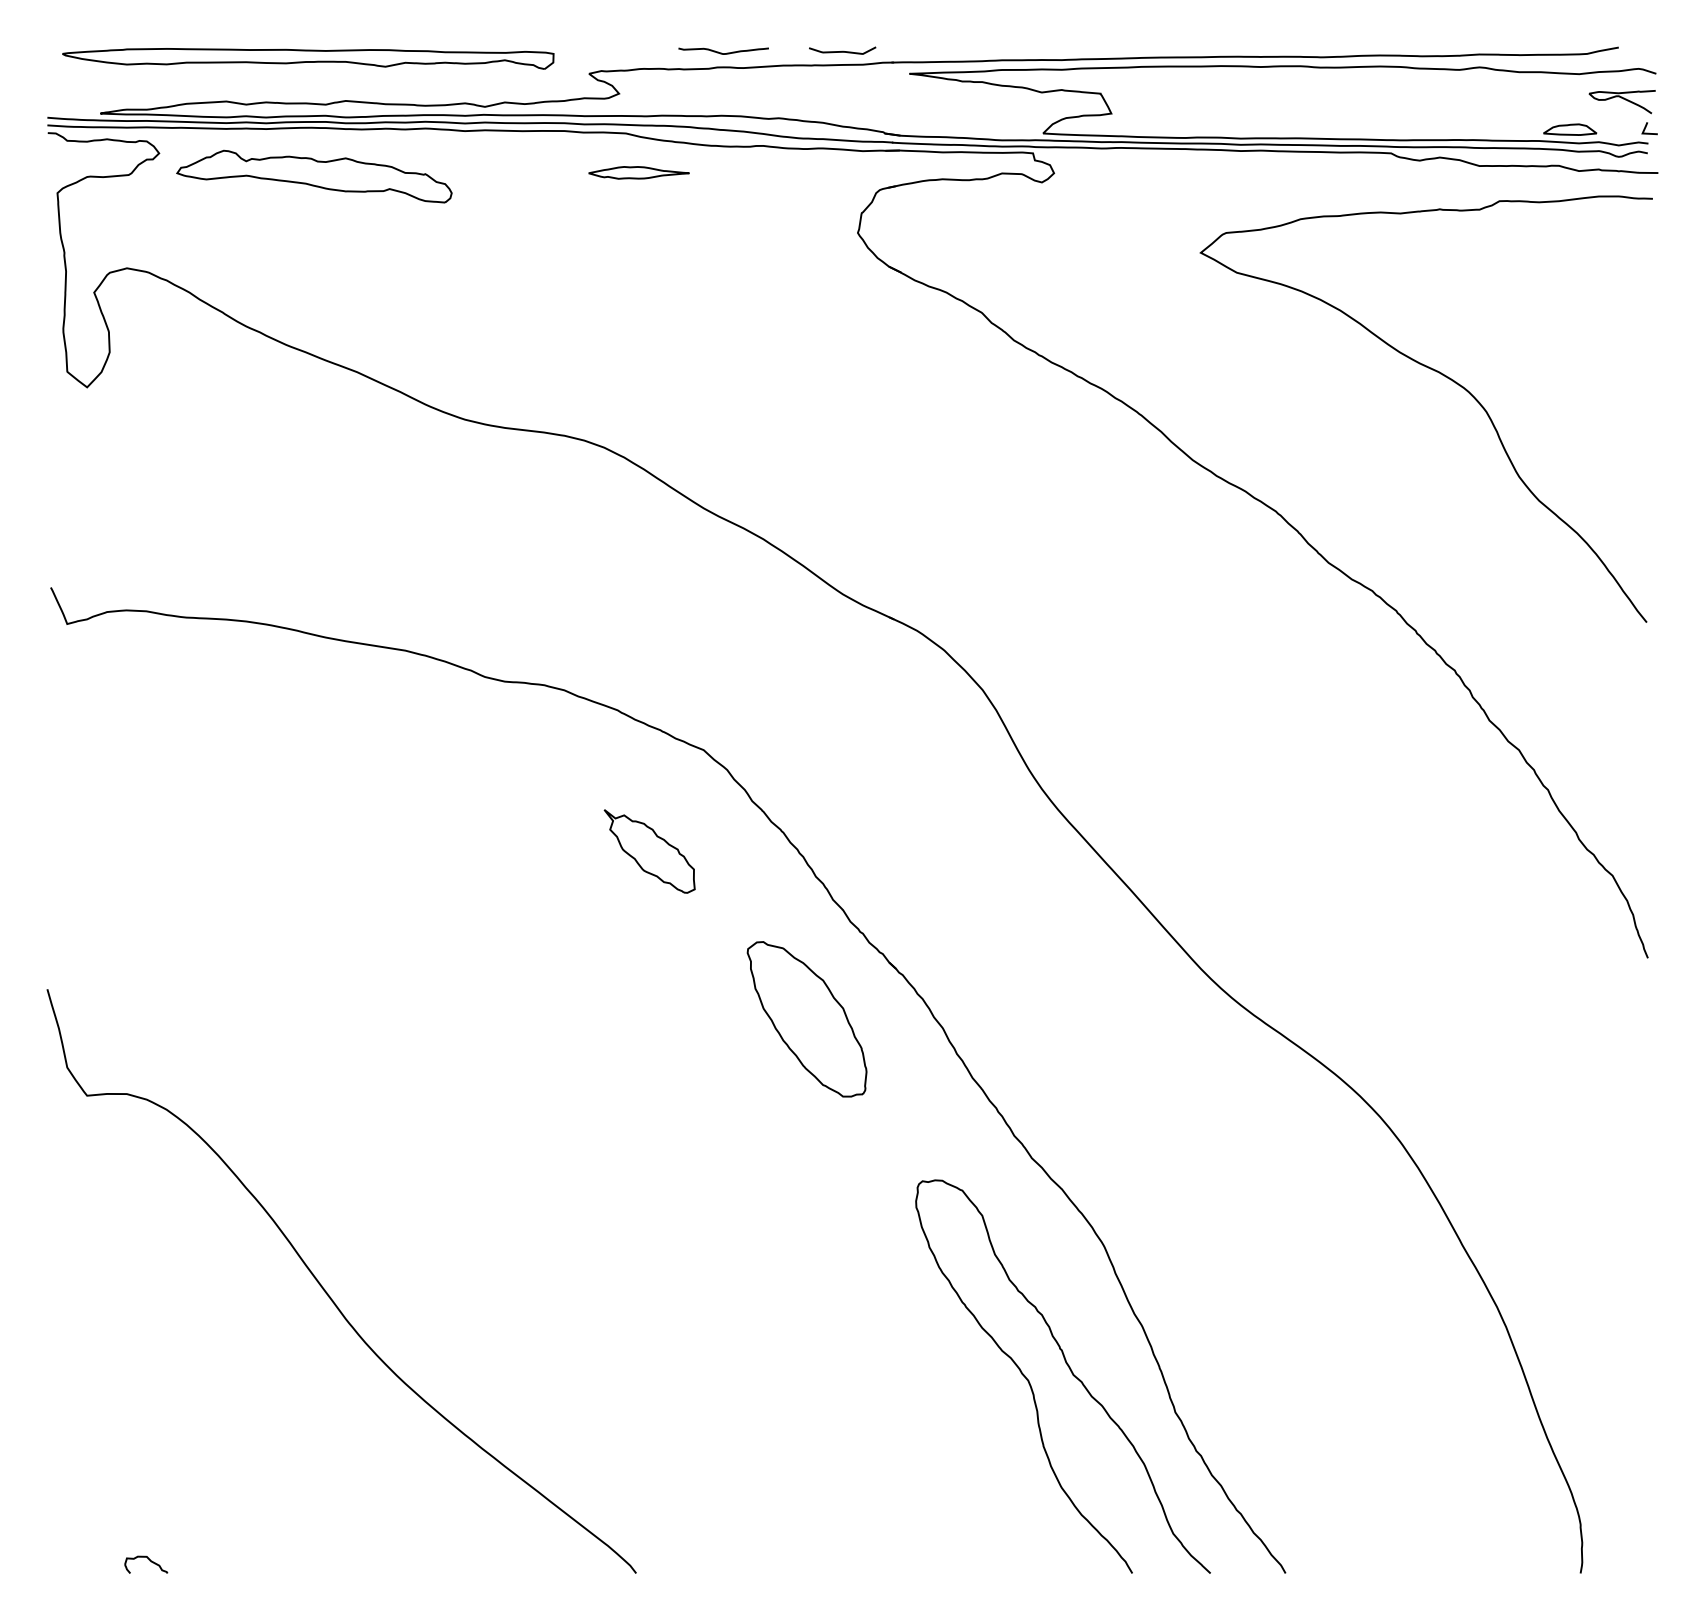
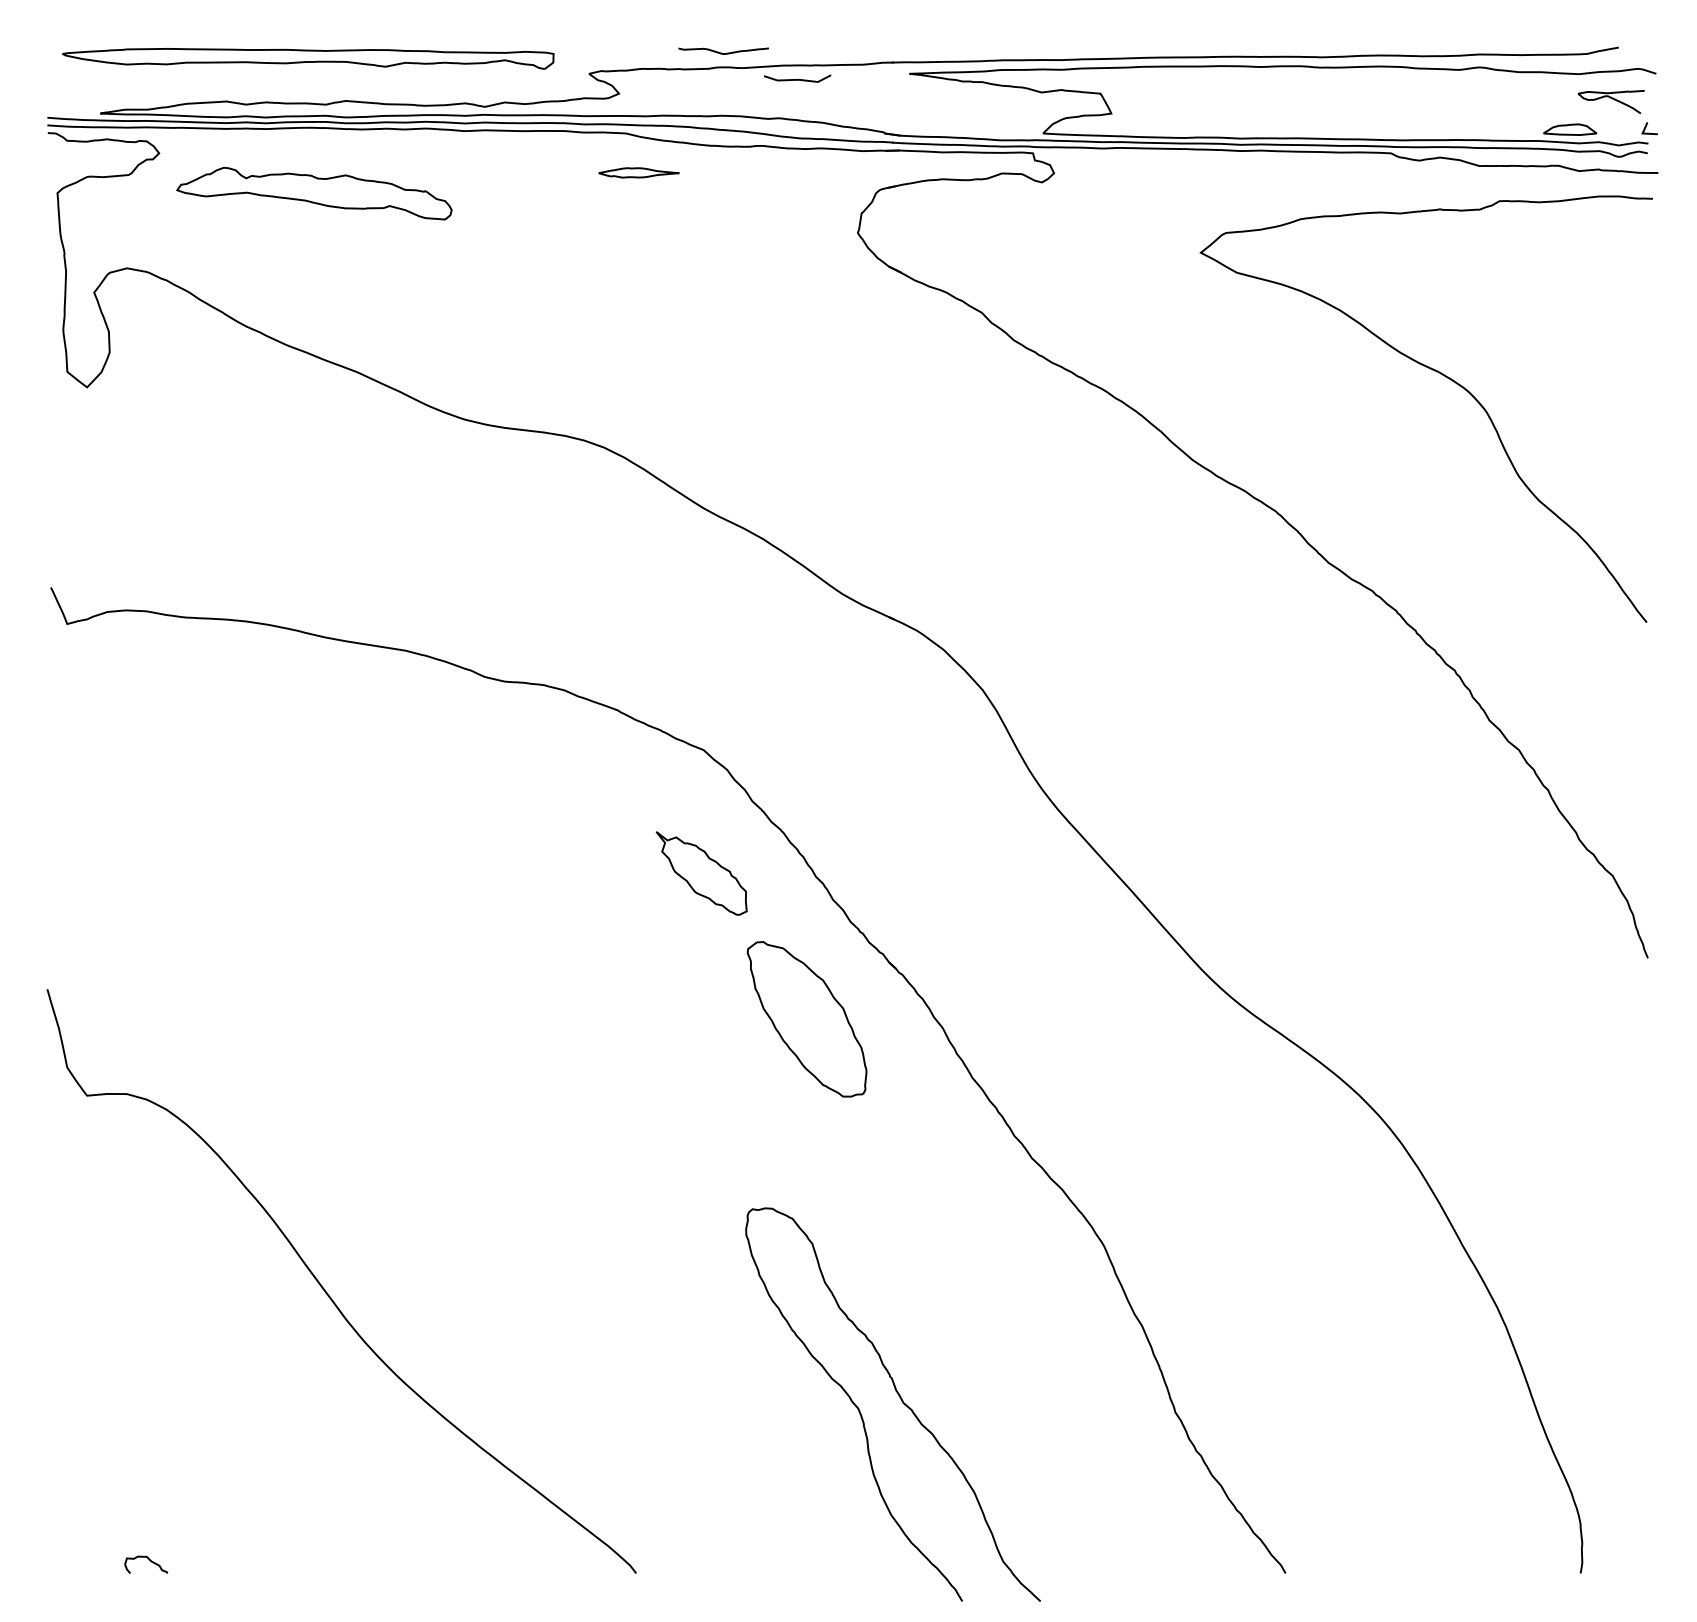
curve at (842, 50) position: (842, 50) -> (797, 78)
curve at (1623, 99) position: (1623, 99) -> (1612, 99)
part at (638, 172) size: 102x14 px -> 82x12 px
part at (314, 176) position: (314, 176) -> (314, 193)
part at (649, 851) position: (649, 851) -> (701, 873)
curve at (1070, 1371) position: (1070, 1371) -> (900, 1399)
